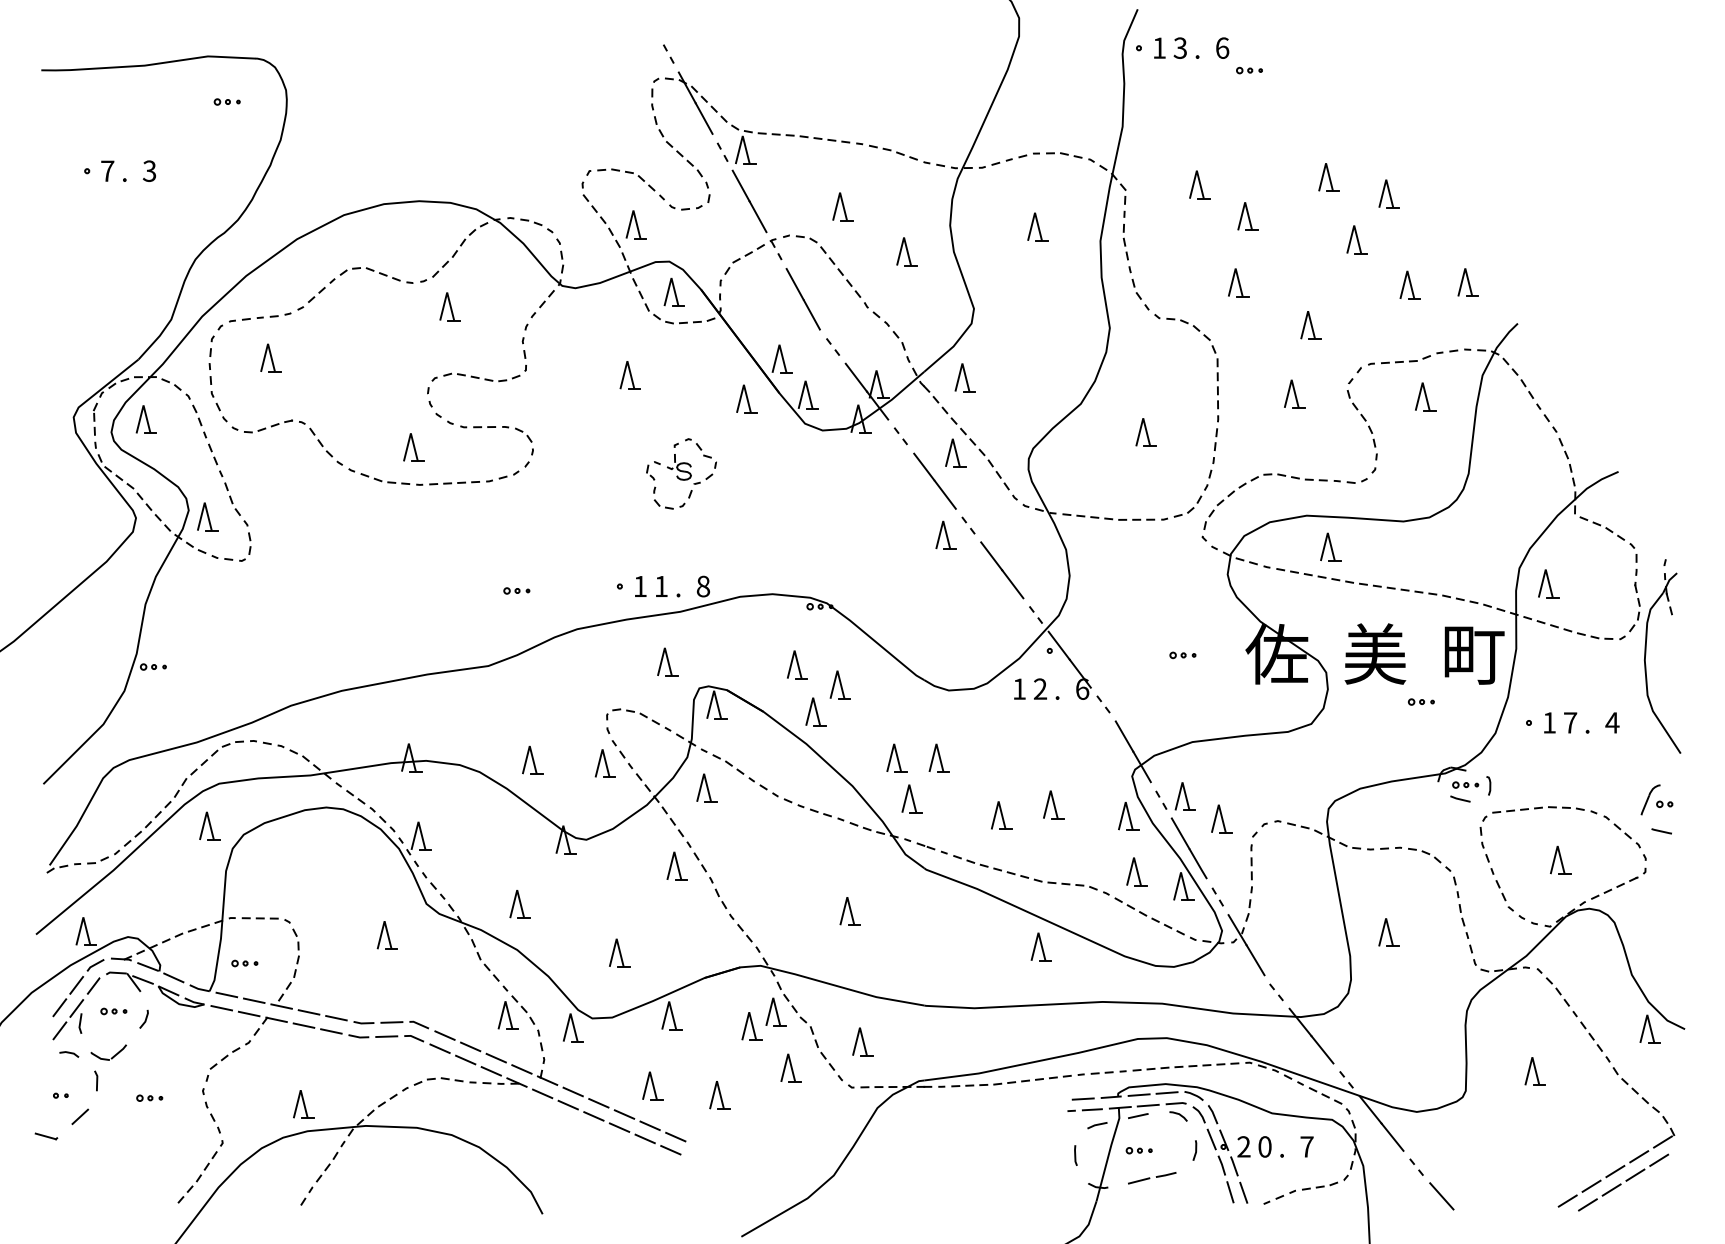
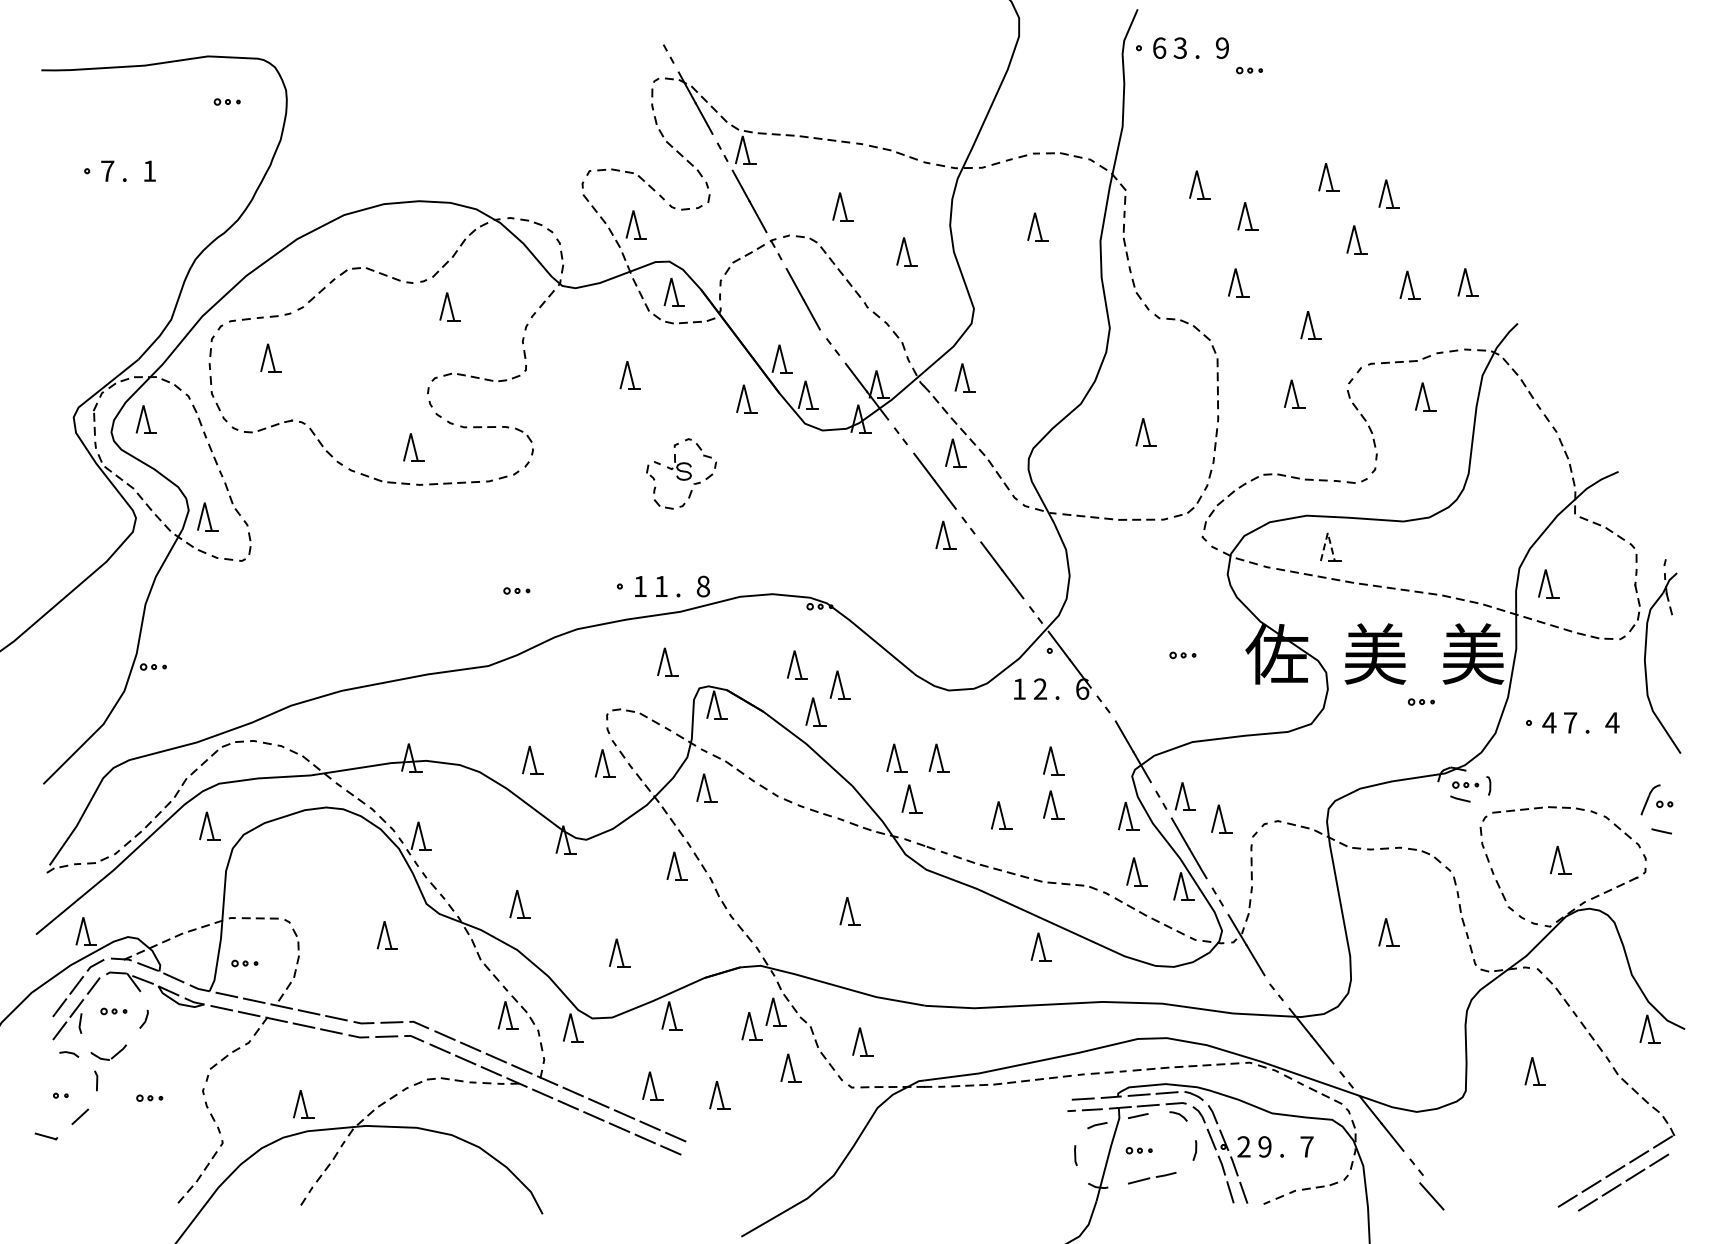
text at (1159, 47): 1 -> 6
text at (1222, 47): 6 -> 9
text at (149, 170): 3 -> 1
line at (1327, 532): solid -> dashed
text at (1473, 653): 町 -> 美
text at (1549, 722): 1 -> 4
part at (1053, 760): none -> present
text at (1264, 1146): 0 -> 9
line at (1441, 1196) position: (1441, 1196) -> (1431, 1196)
